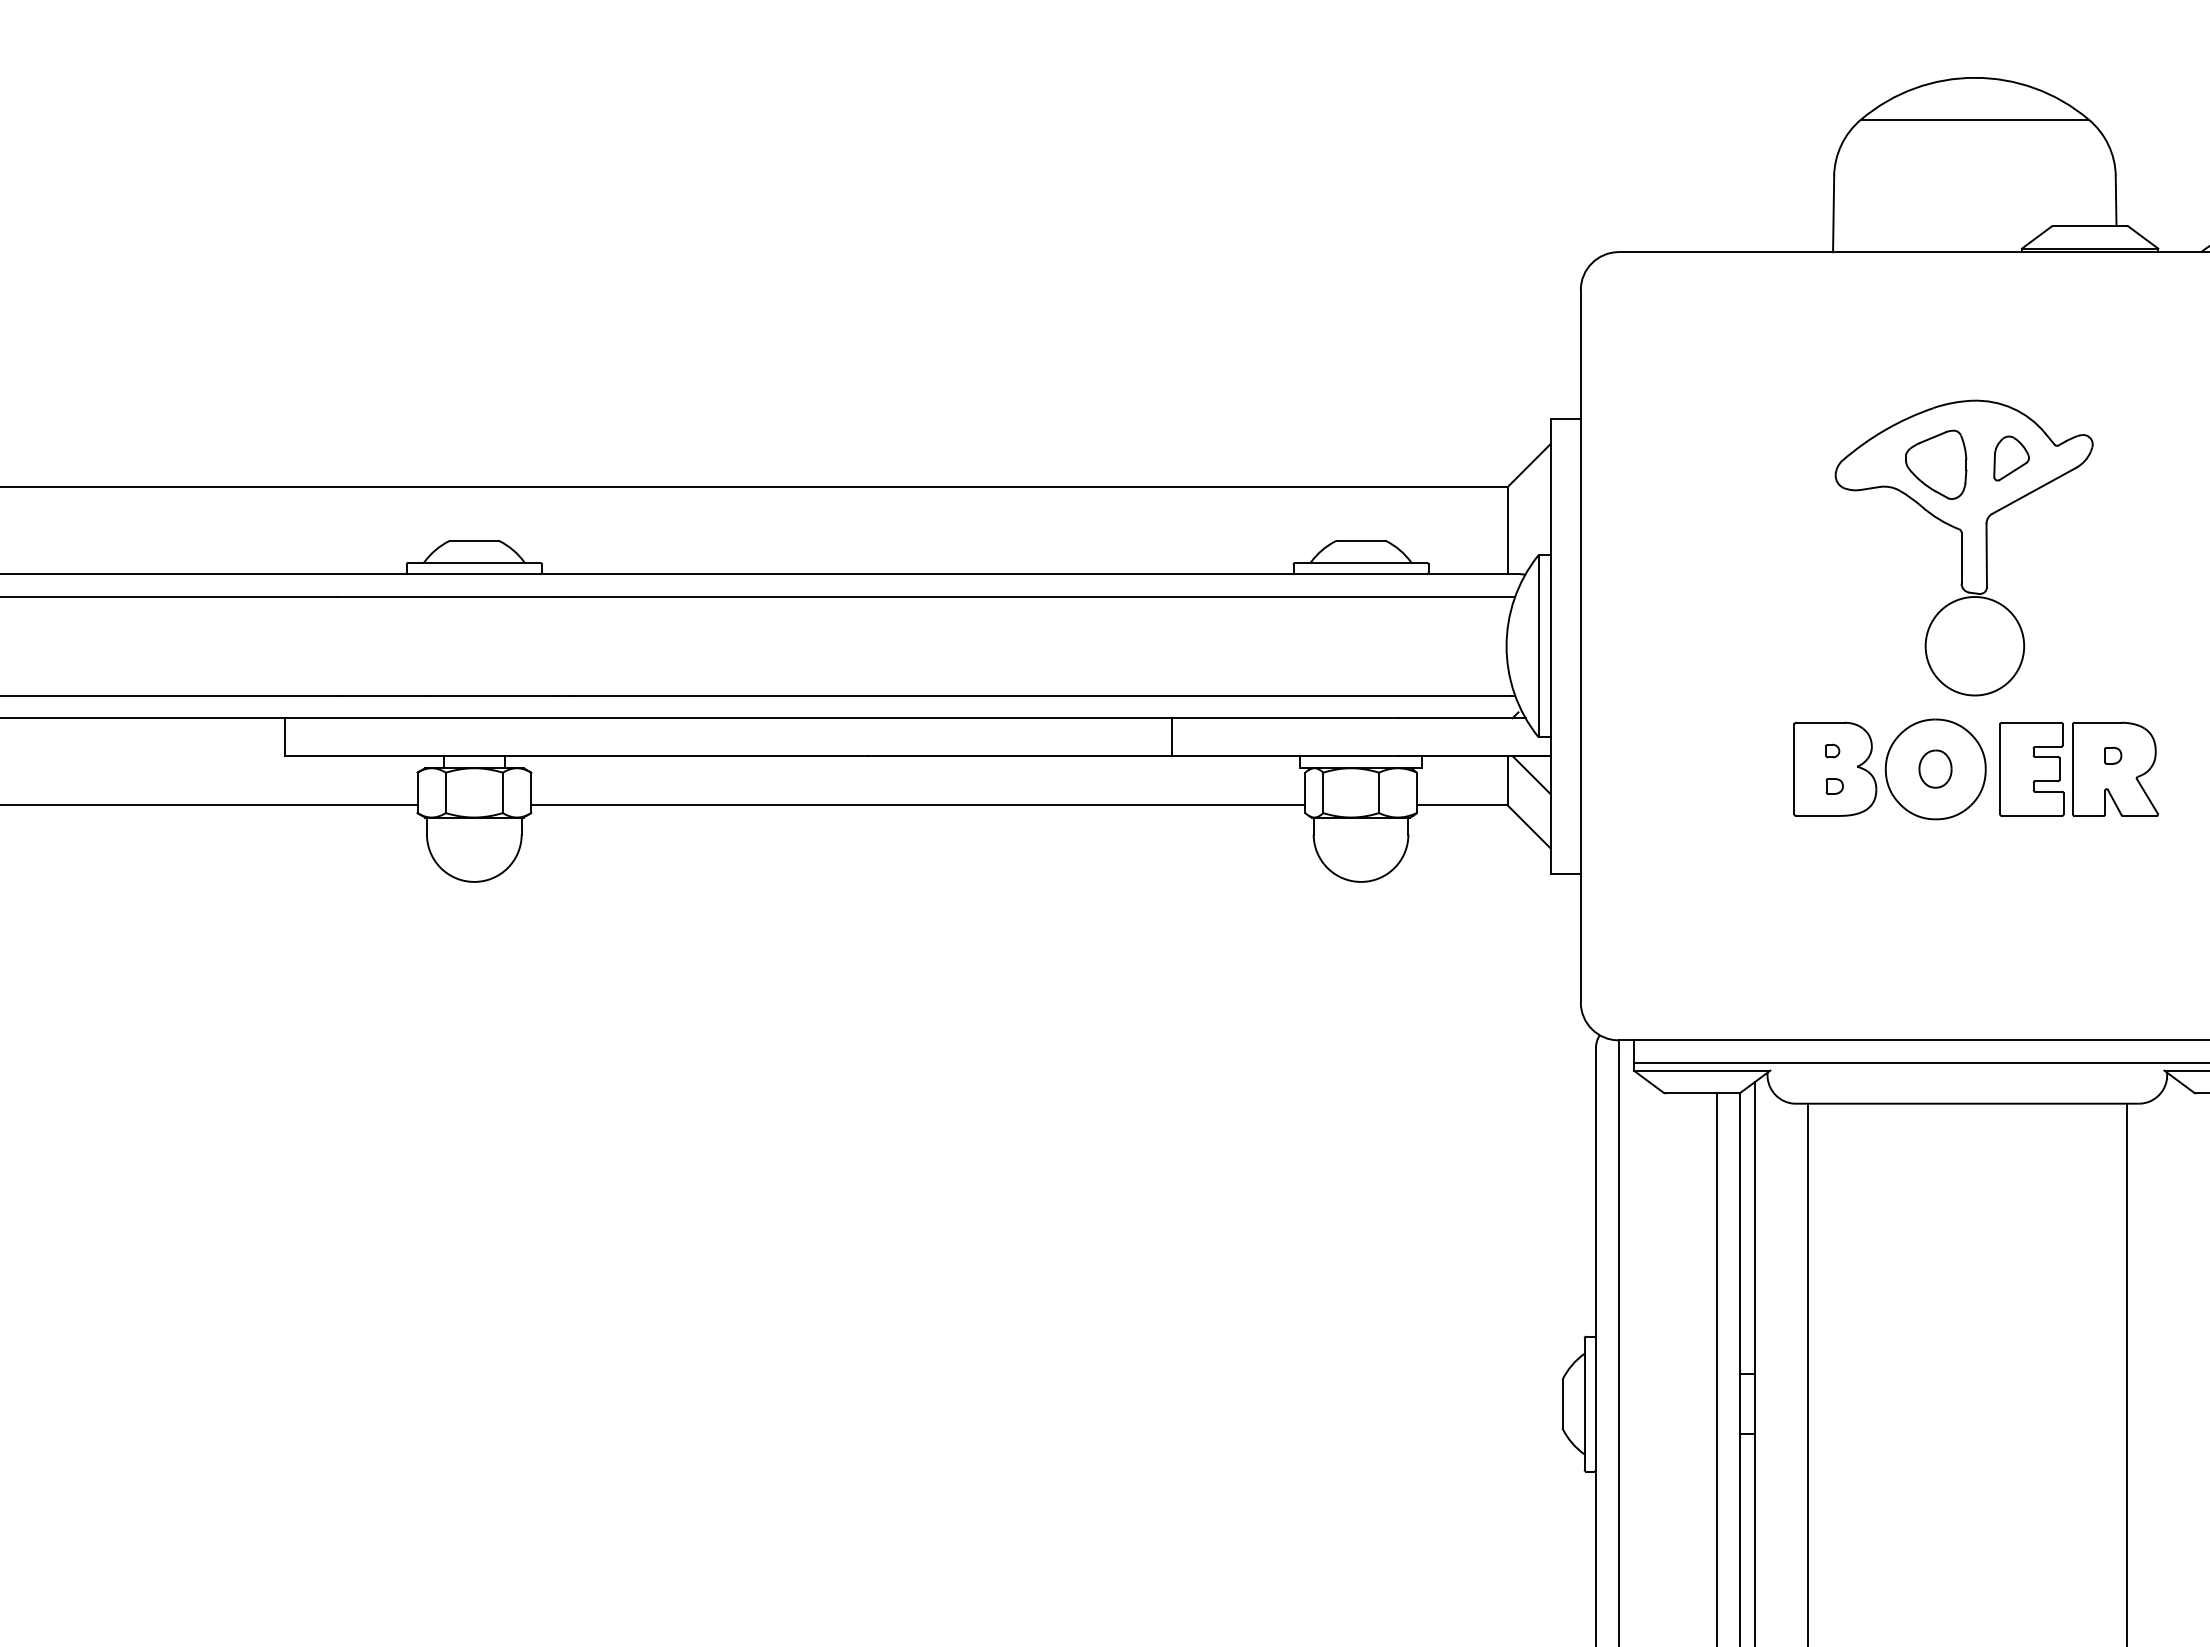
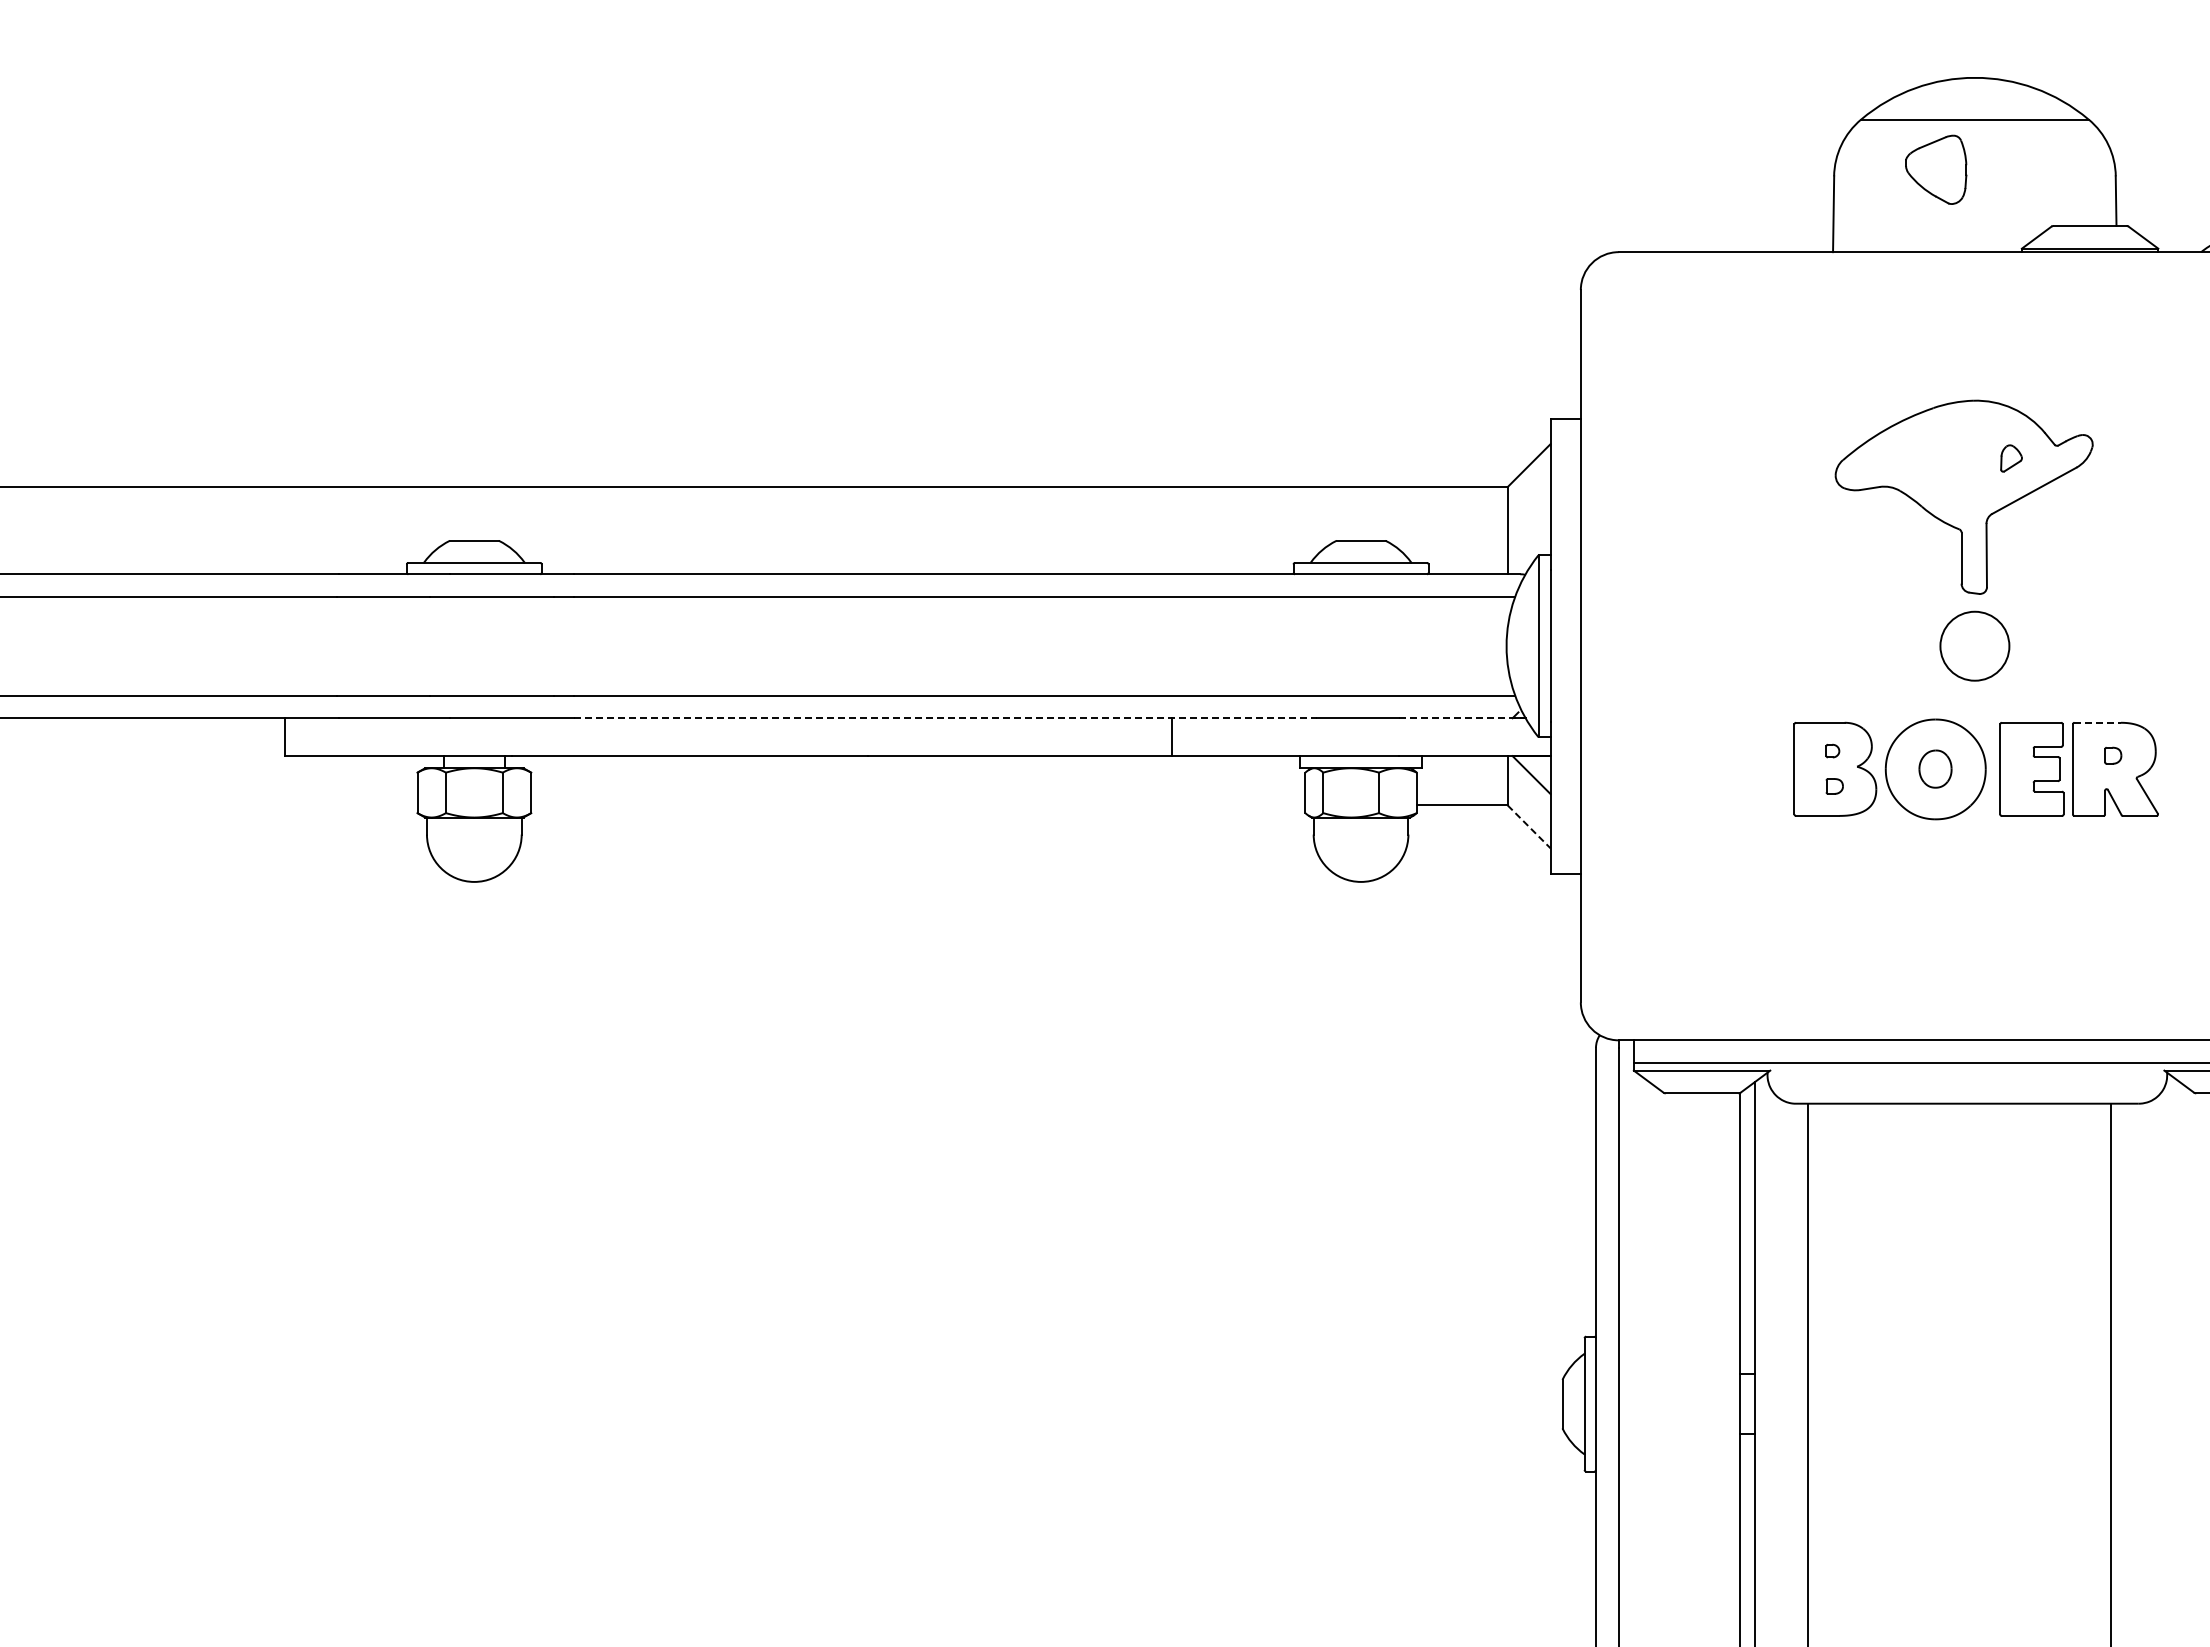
part at (2011, 458) size: 37x47 px -> 23x29 px
part at (1936, 464) position: (1936, 464) -> (1936, 169)
circle at (1974, 645) diameter: 99 px -> 69 px
line at (946, 718): solid -> dashed
line at (1462, 718): solid -> dashed
line at (2098, 722): solid -> dashed
line at (209, 805): present -> none
line at (918, 805): present -> none
line at (1529, 827): solid -> dashed
line at (1717, 1368): present -> none
line at (2126, 1373) position: (2126, 1373) -> (2110, 1373)
